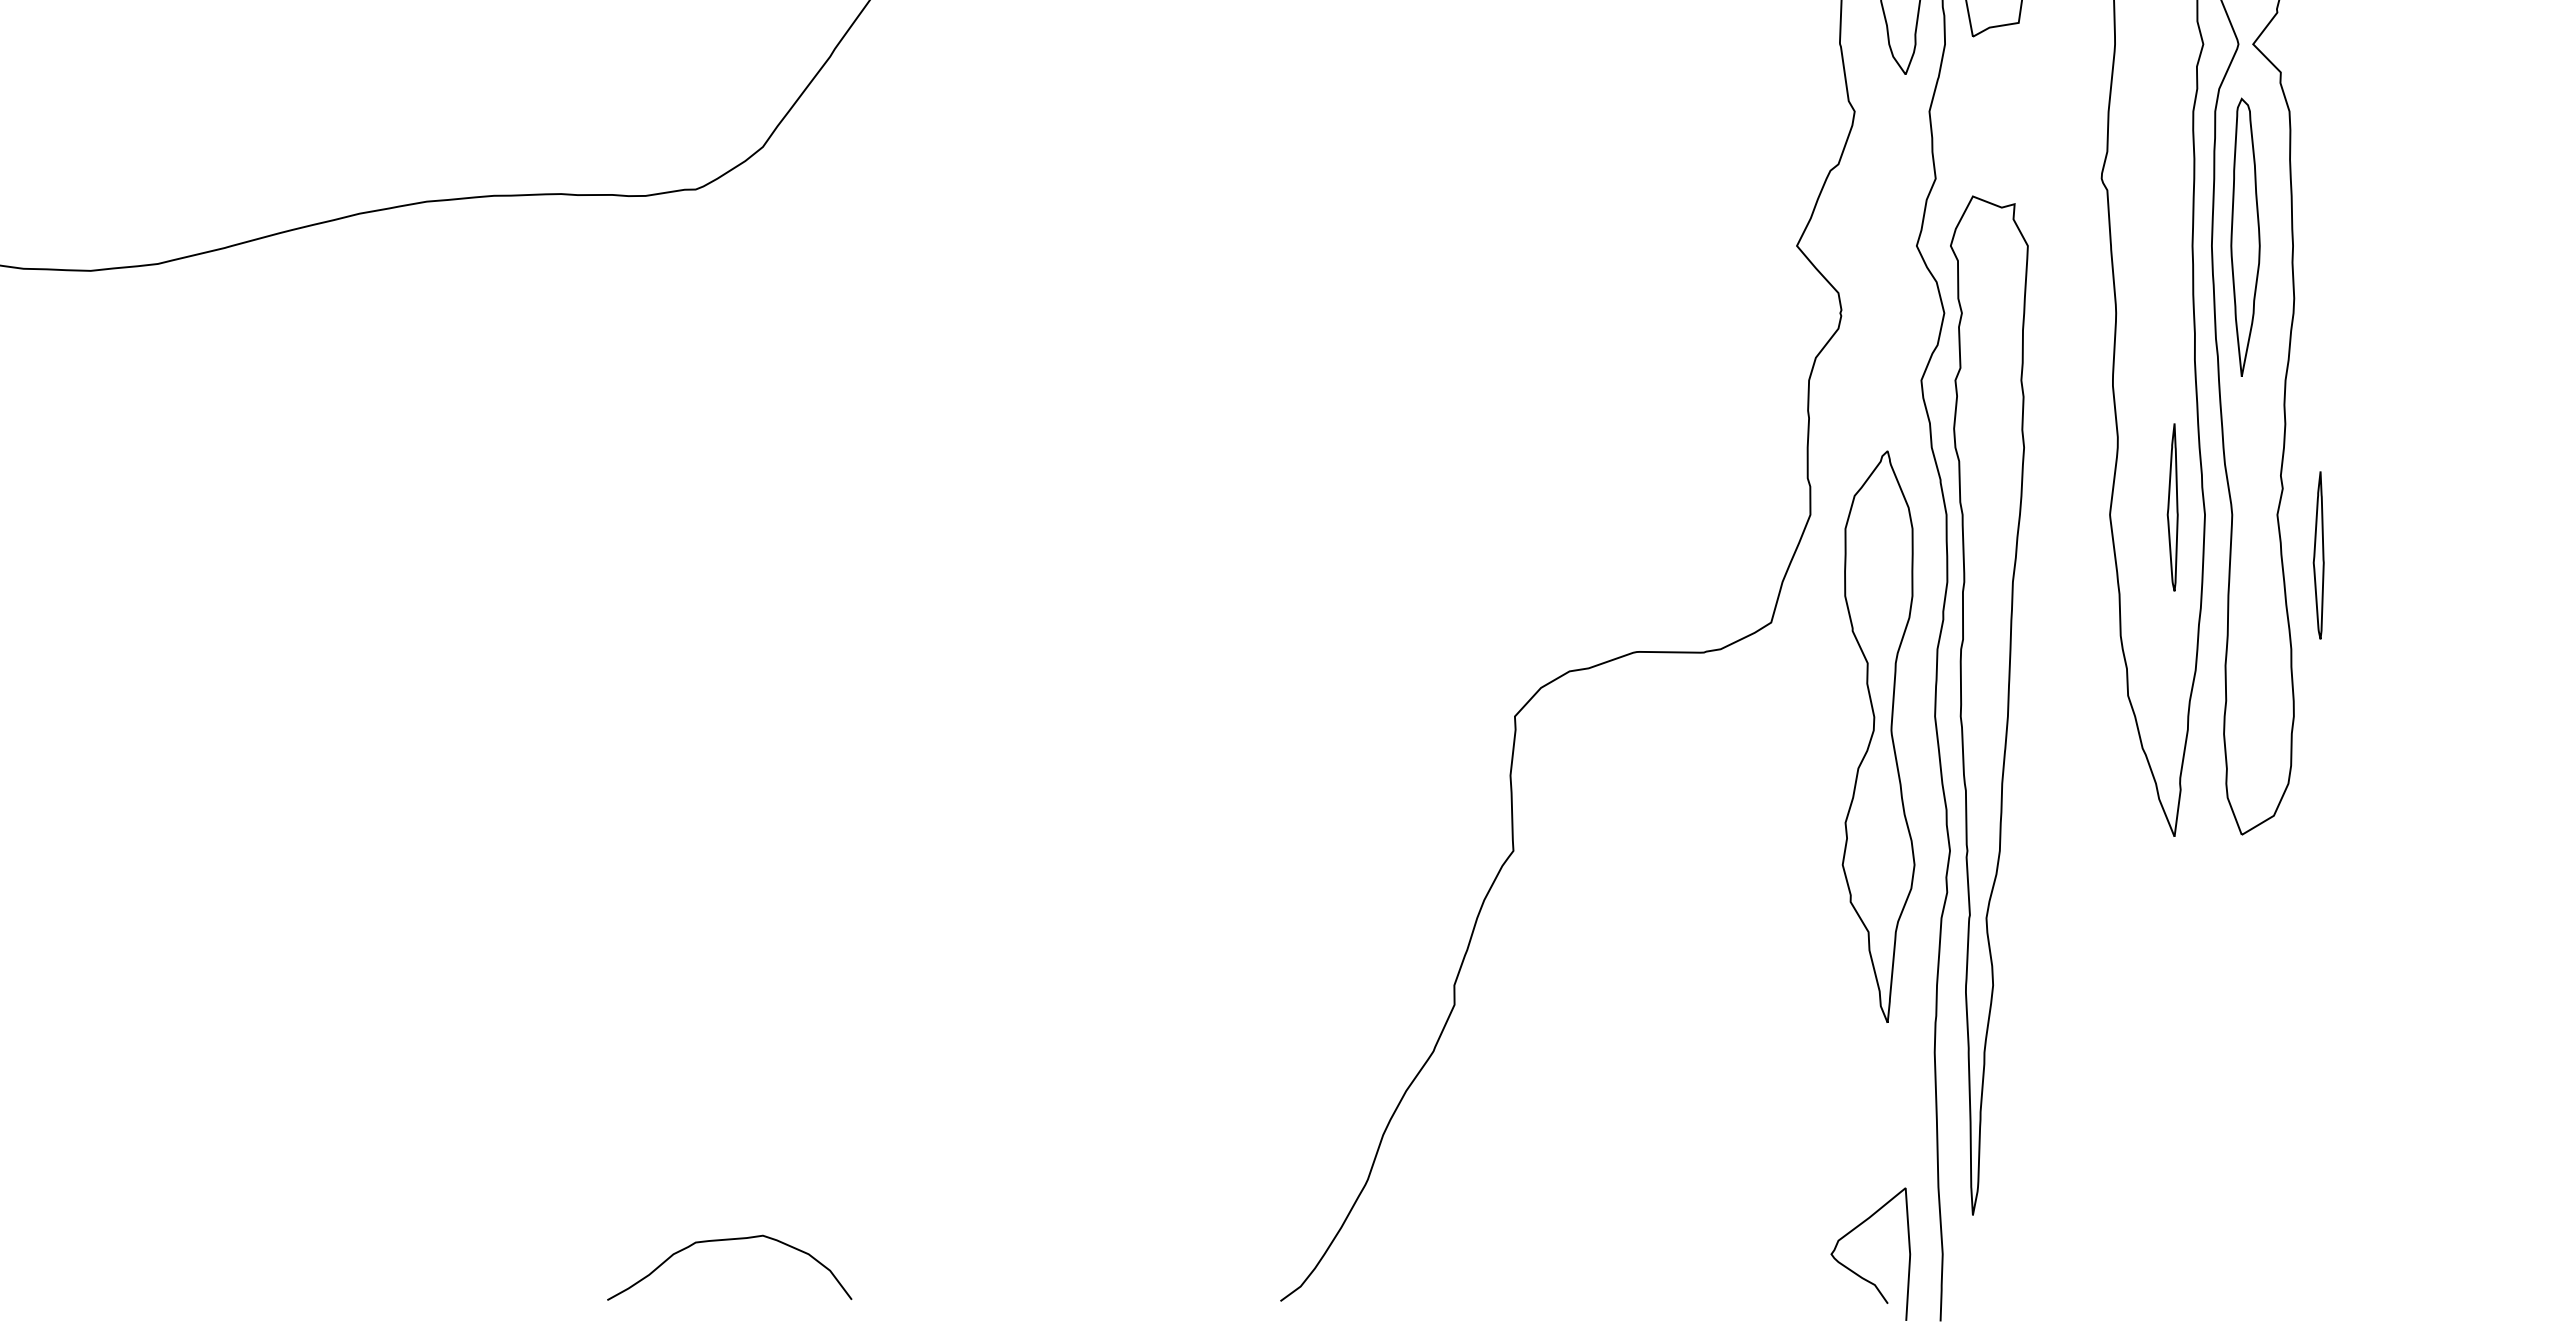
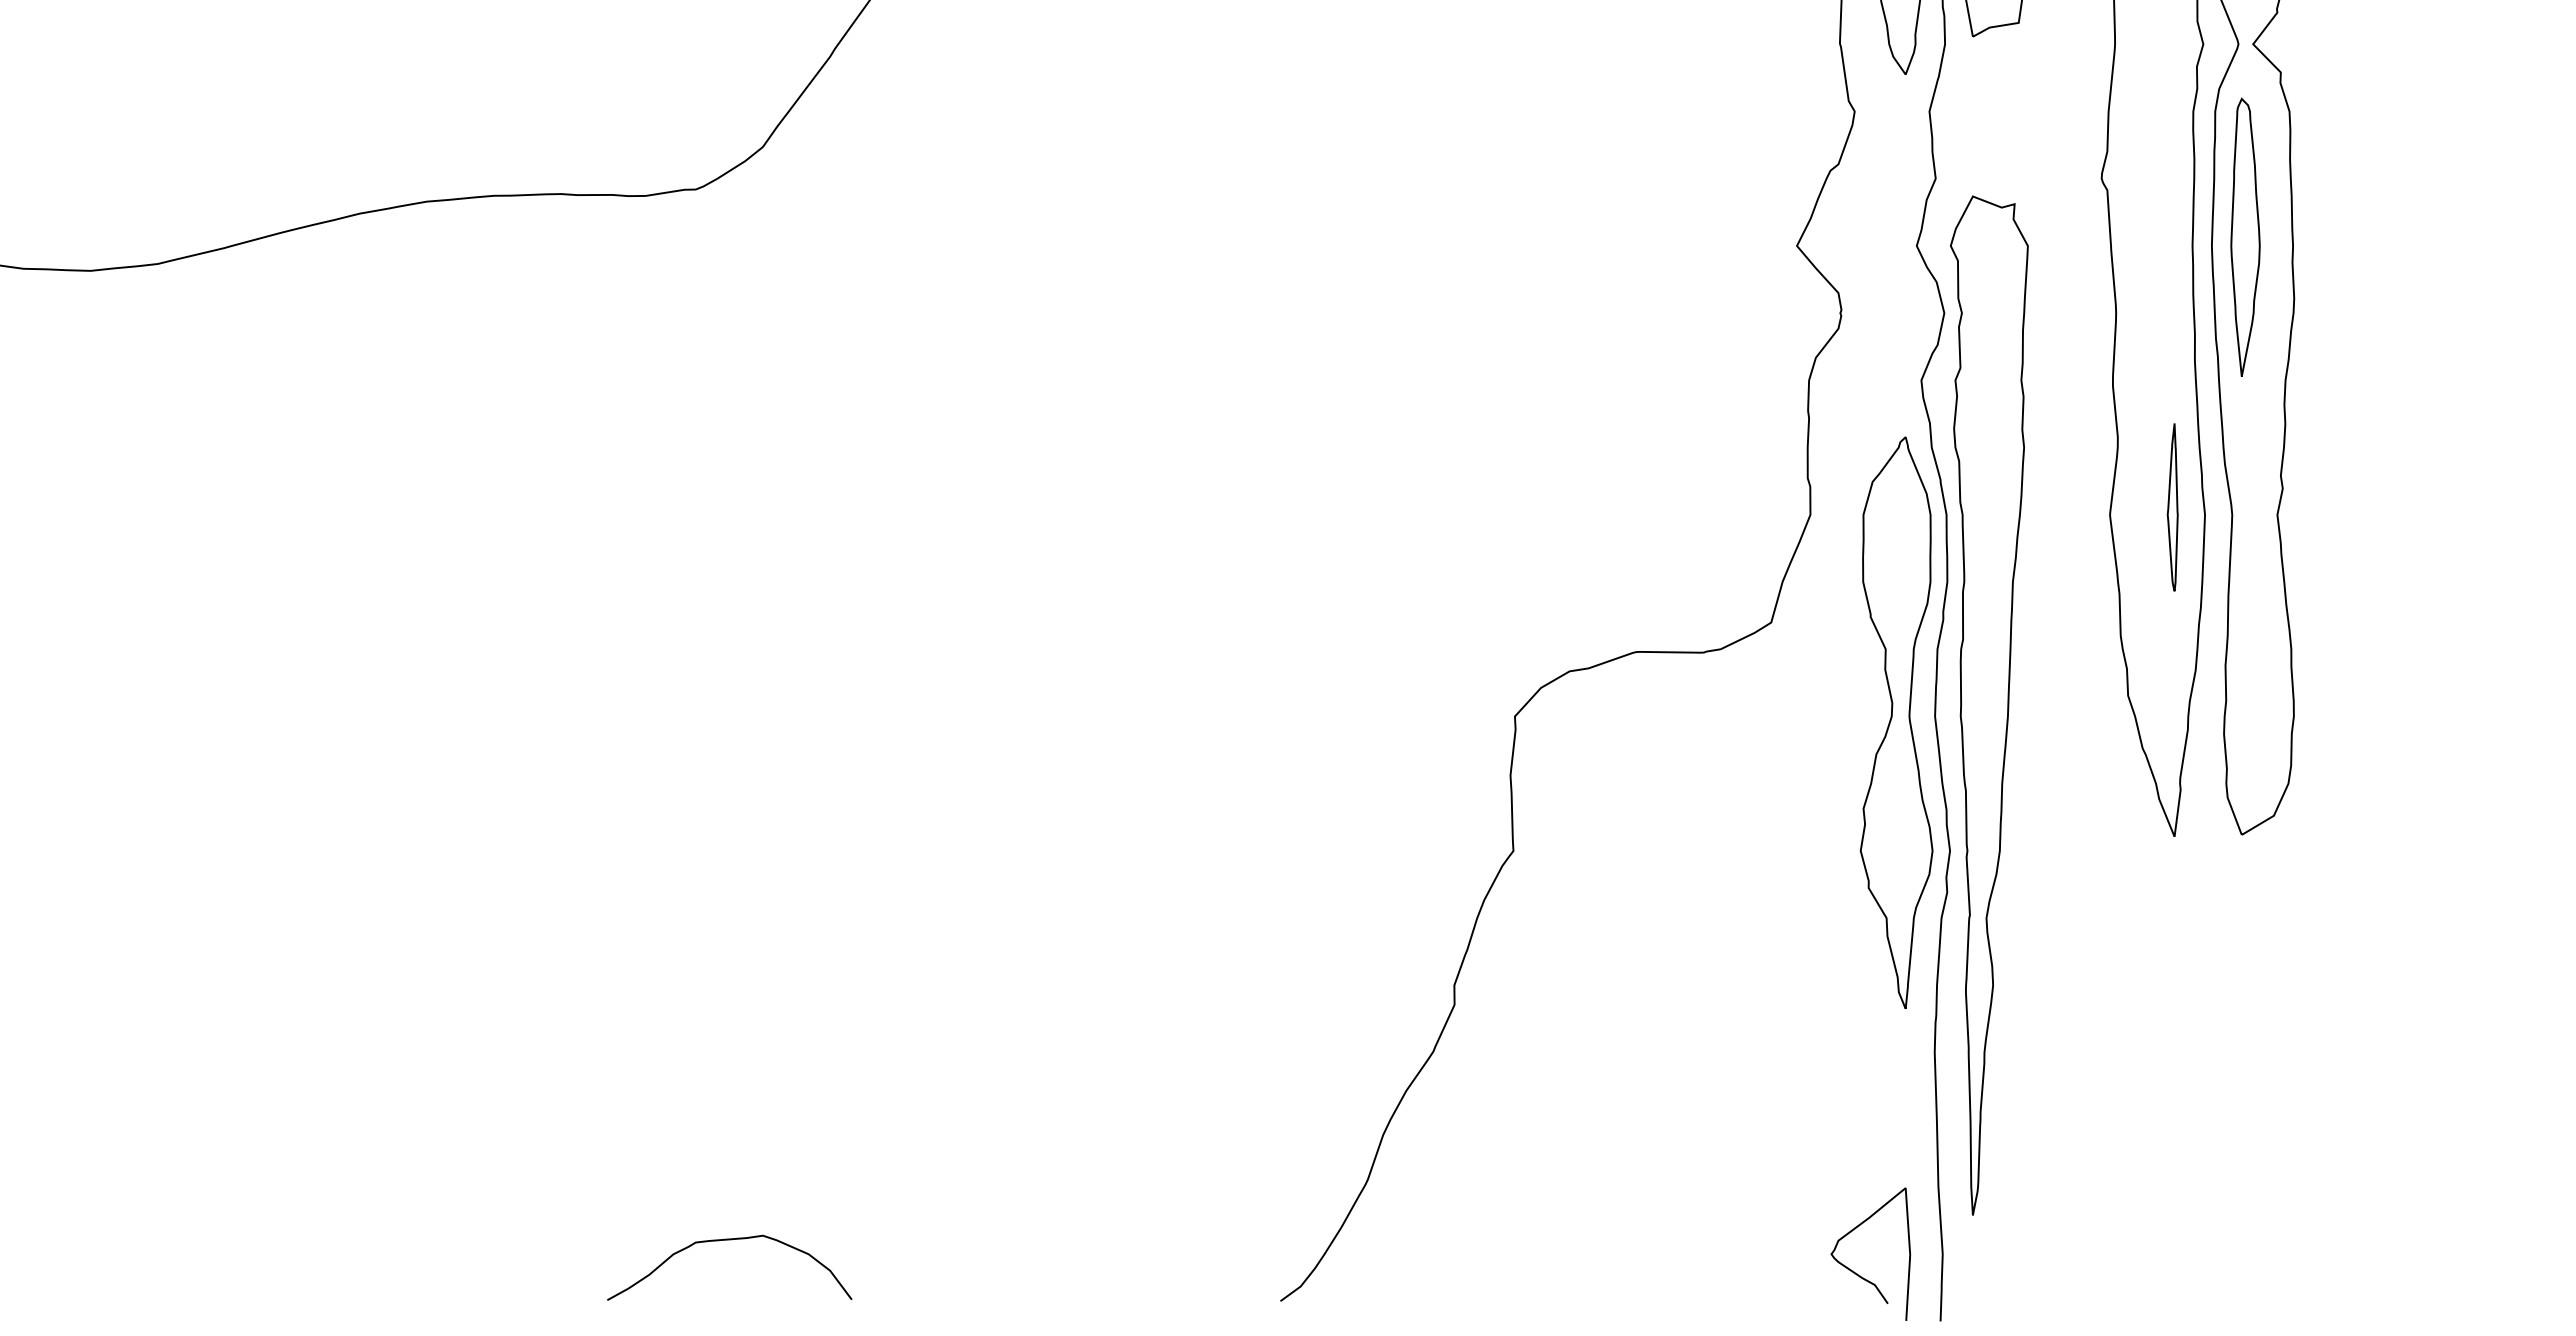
part at (2318, 555): present -> none
part at (1878, 736) position: (1878, 736) -> (1896, 722)
